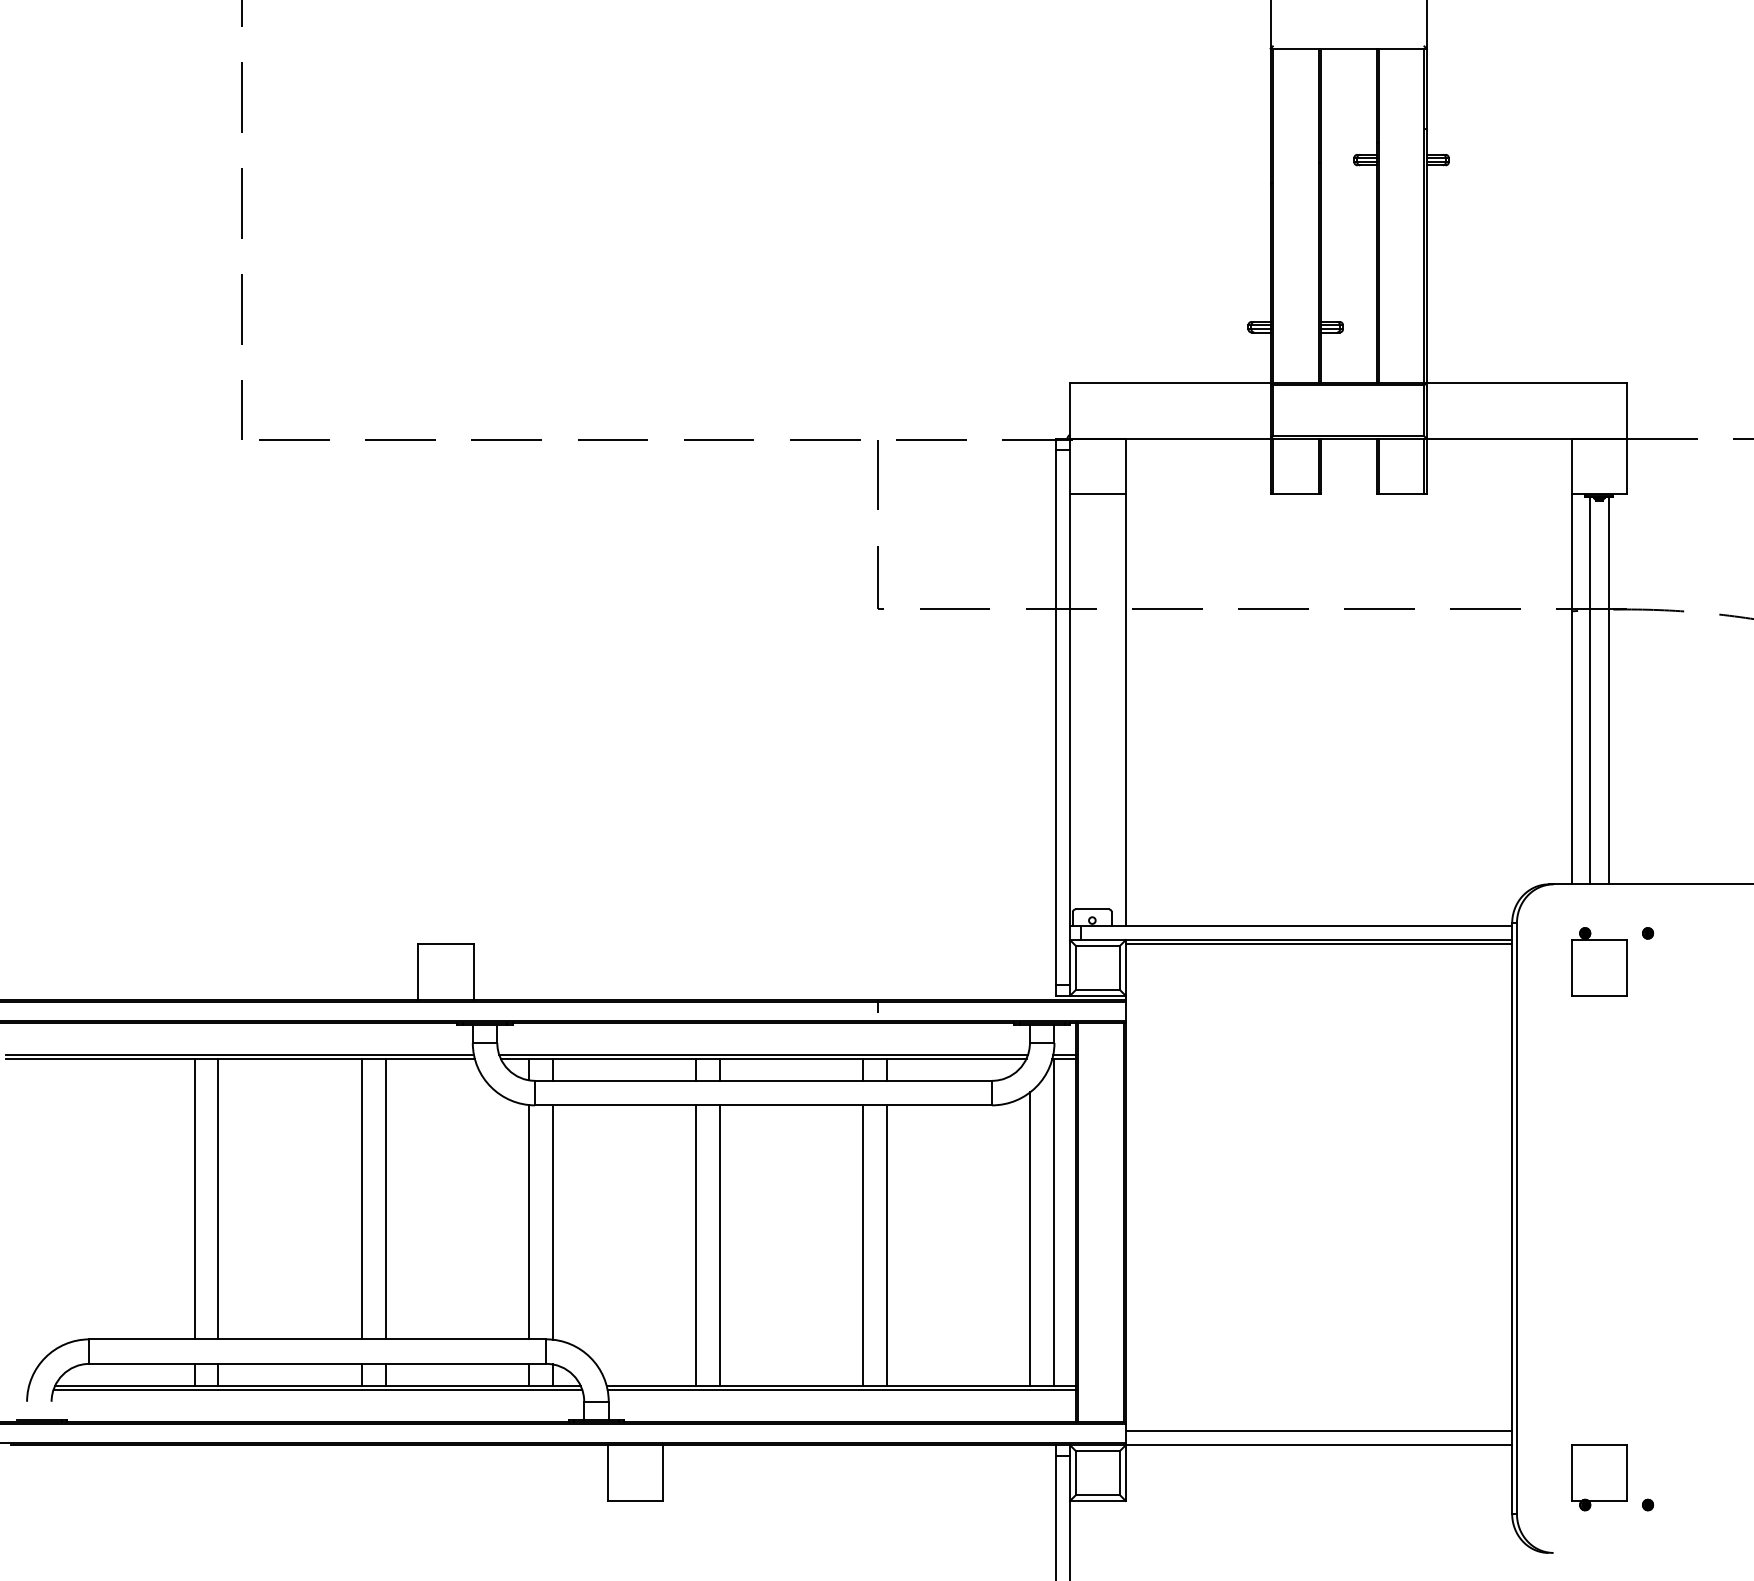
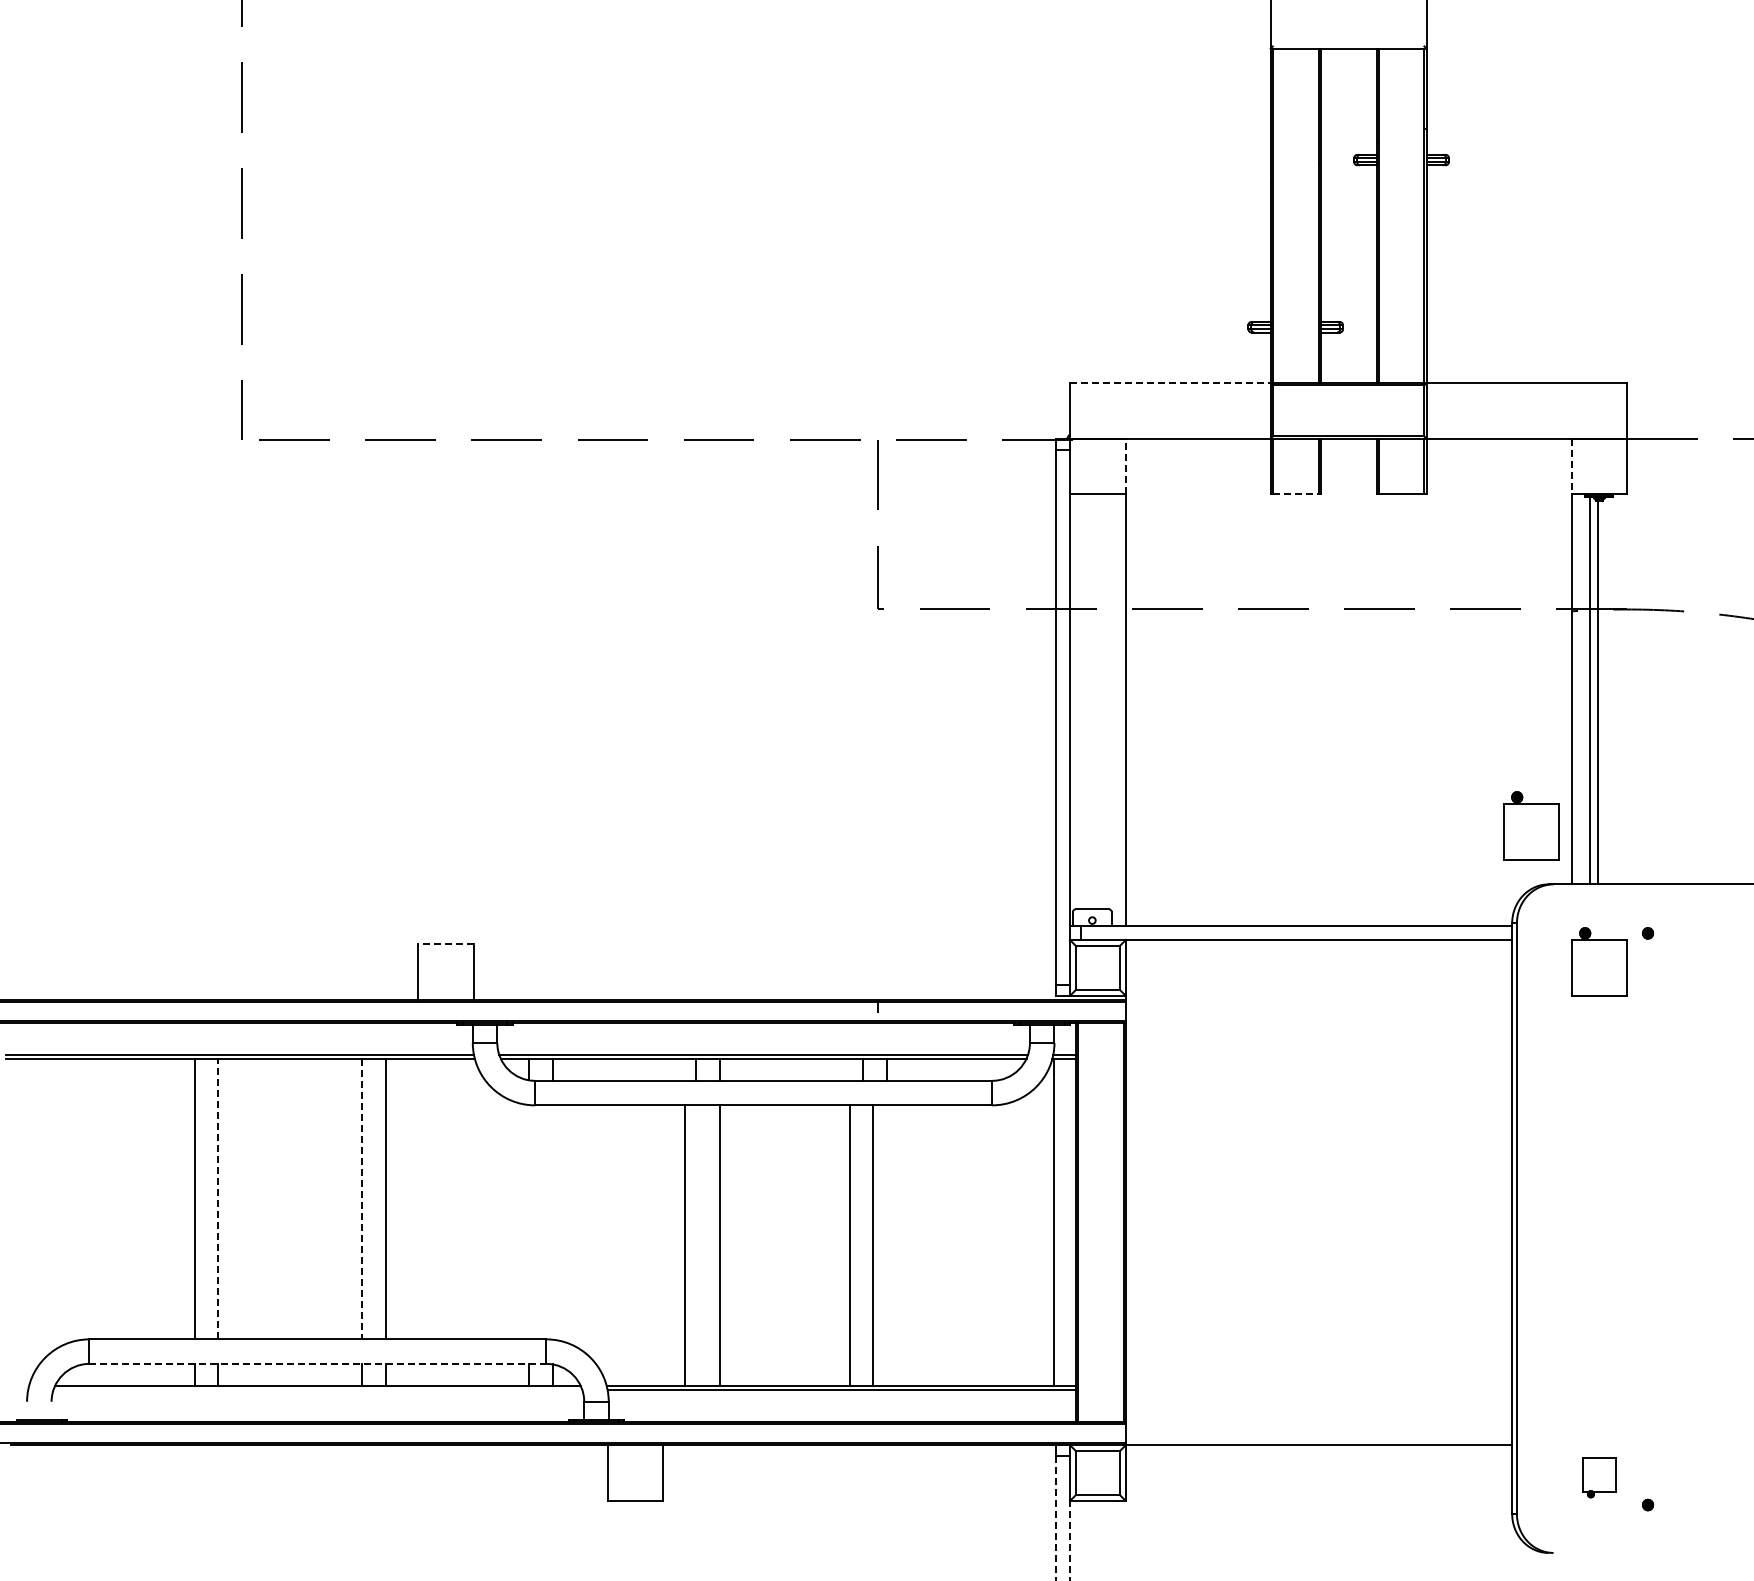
line at (1170, 382): solid -> dashed
line at (1125, 466): solid -> dashed
line at (1571, 466): solid -> dashed
line at (1295, 494): solid -> dashed
line at (1608, 690) position: (1608, 690) -> (1597, 690)
part at (1531, 825): none -> present
line at (446, 943): solid -> dashed
line at (1318, 943): present -> none
line at (218, 1198): solid -> dashed
line at (361, 1199): solid -> dashed
line at (528, 1222): present -> none
line at (552, 1222): present -> none
line at (1030, 1239): present -> none
line at (696, 1245) position: (696, 1245) -> (685, 1245)
line at (863, 1245) position: (863, 1245) -> (850, 1245)
line at (886, 1245) position: (886, 1245) -> (872, 1245)
line at (318, 1363): solid -> dashed
line at (317, 1389): present -> none
line at (1318, 1431): present -> none
part at (1599, 1477) size: 57x68 px -> 35x42 px
line at (1056, 1518): solid -> dashed
line at (1070, 1540): solid -> dashed
